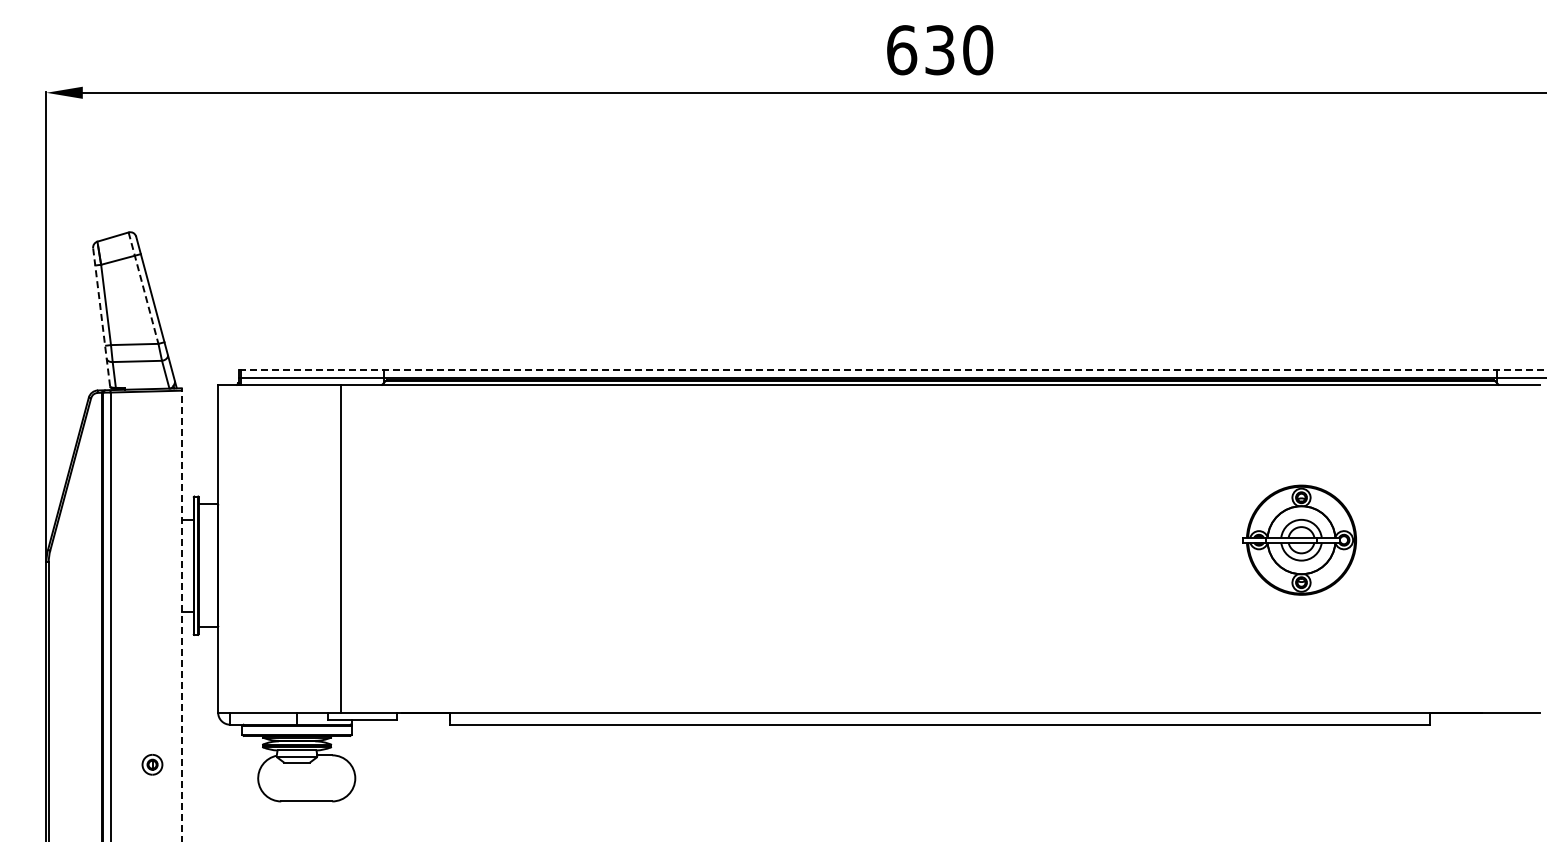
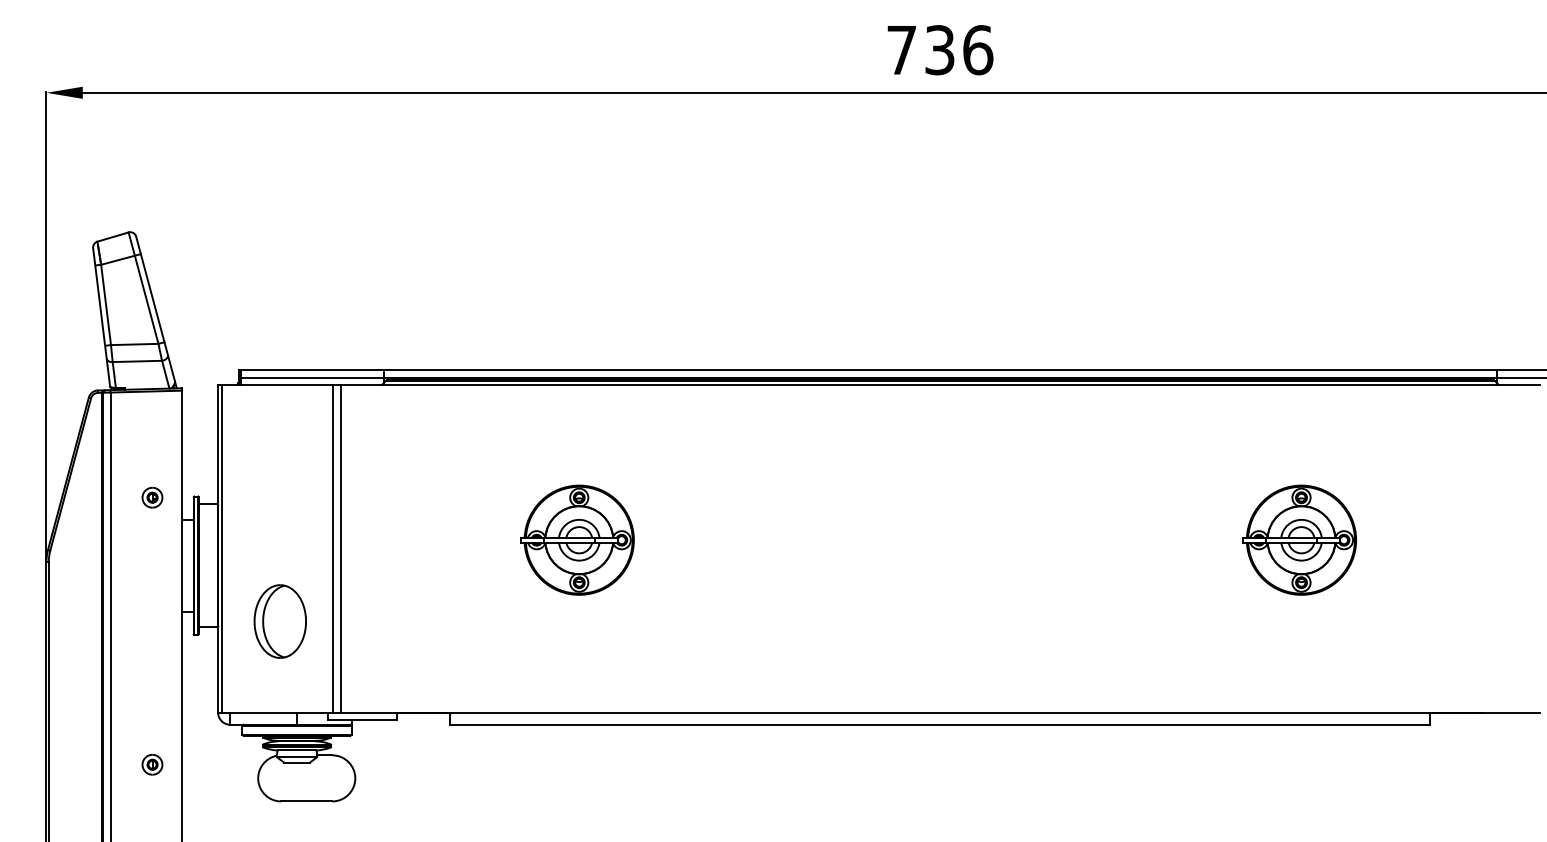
text at (940, 50): 630 -> 736
line at (143, 288): dashed -> solid
line at (101, 317): dashed -> solid
line at (892, 370): dashed -> solid
part at (152, 497): none -> present
part at (577, 539): none -> present
line at (221, 548): none -> present
line at (332, 548): none -> present
line at (181, 614): dashed -> solid
part at (279, 621): none -> present
